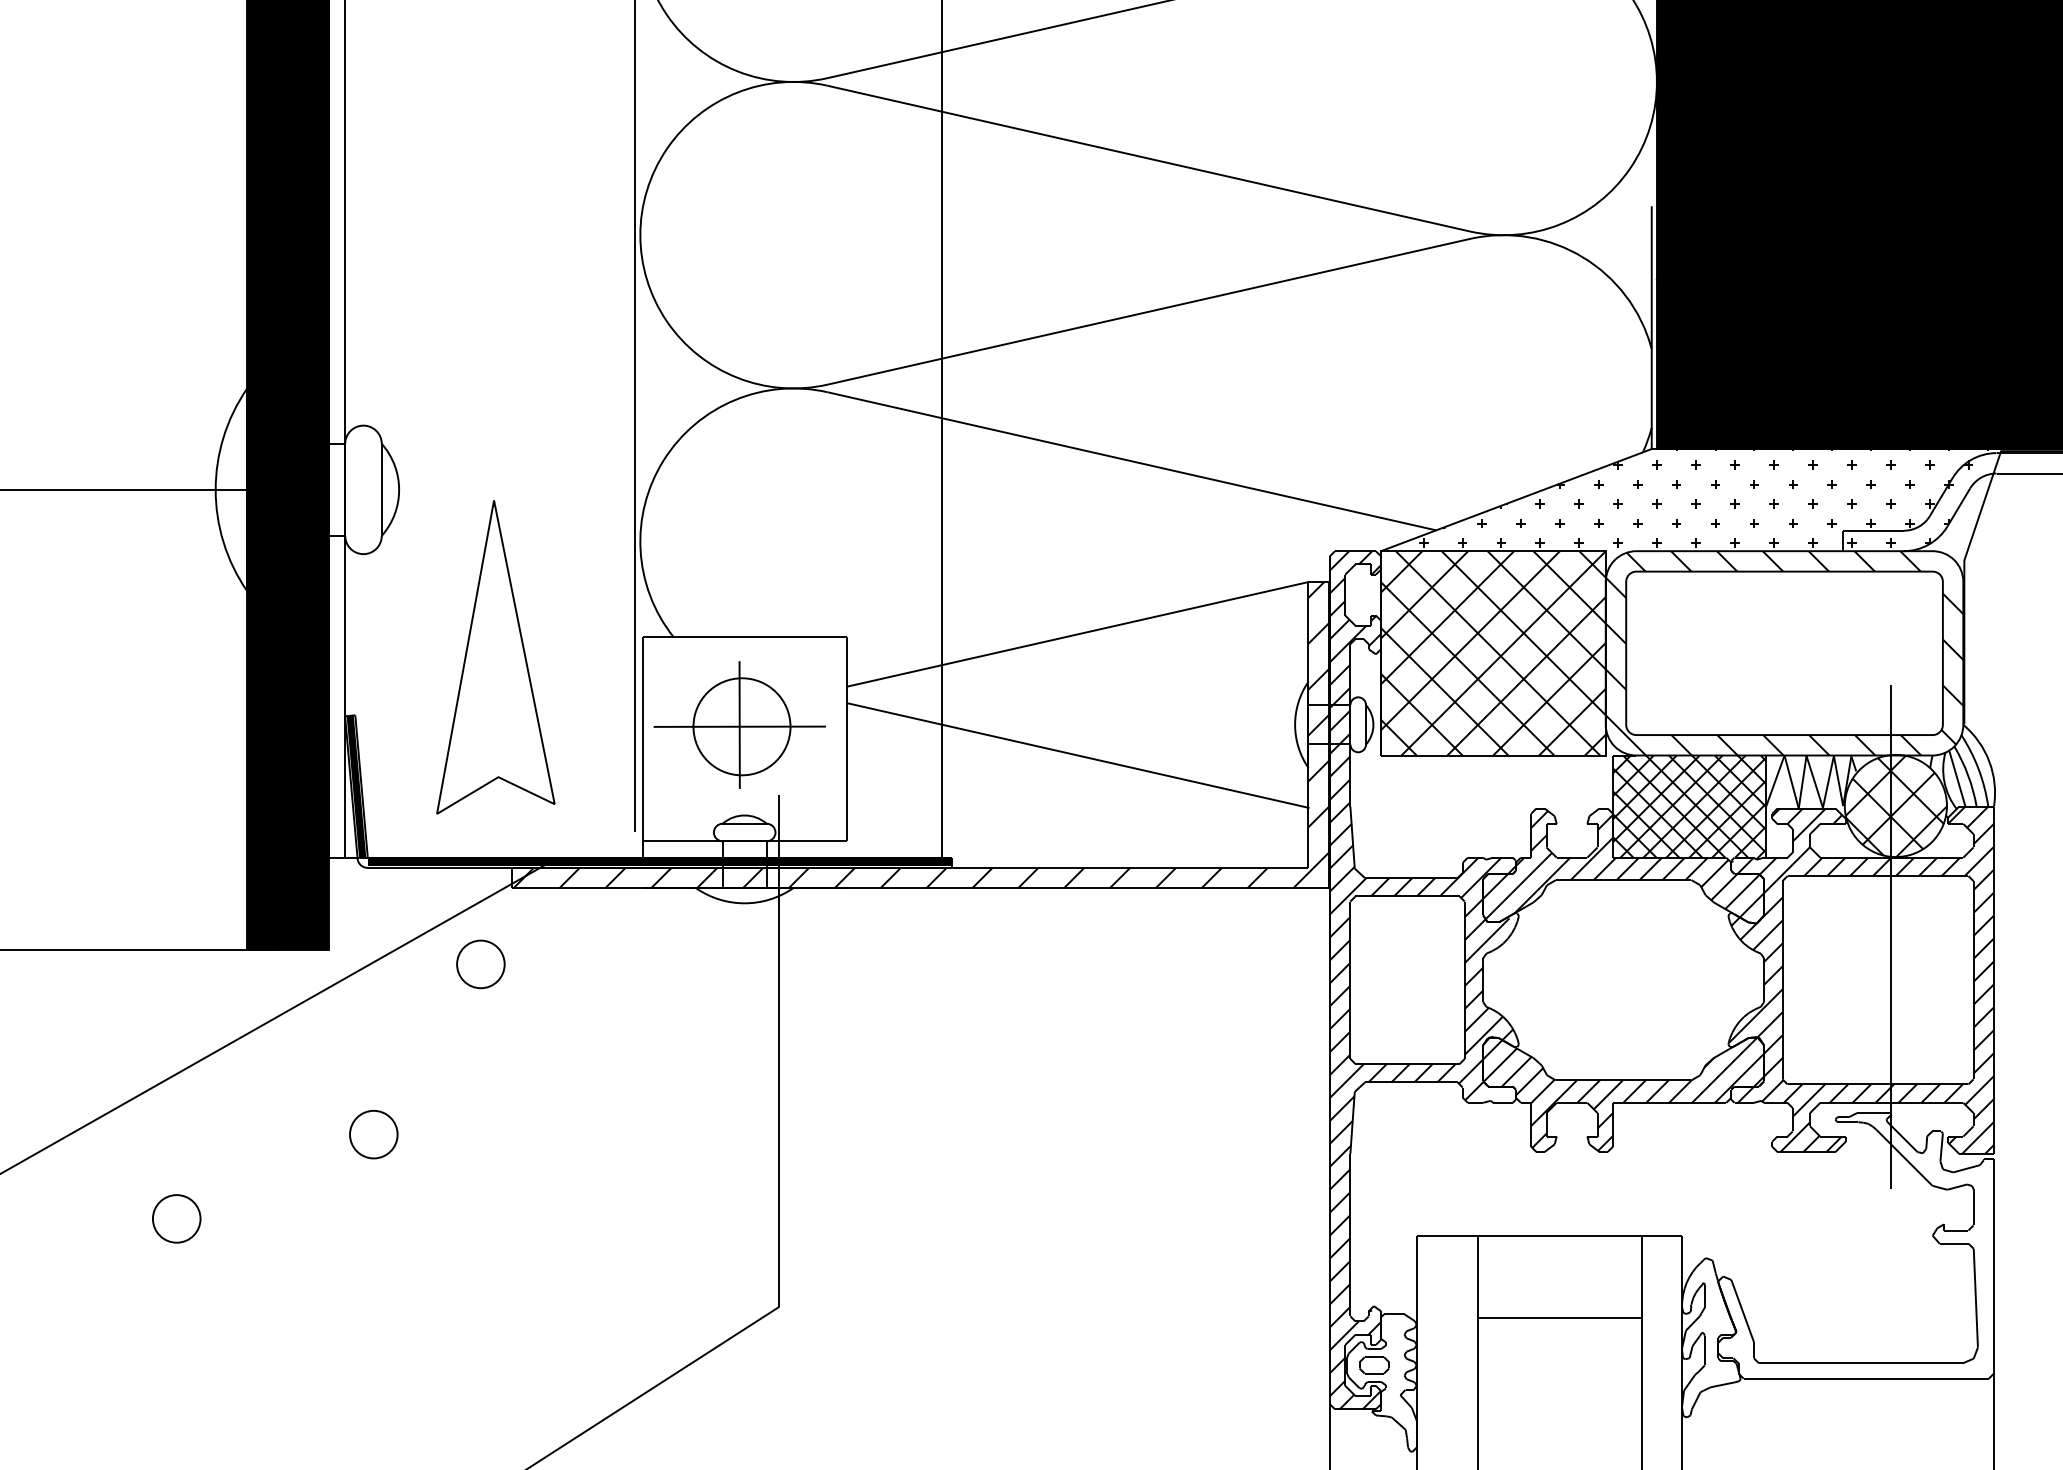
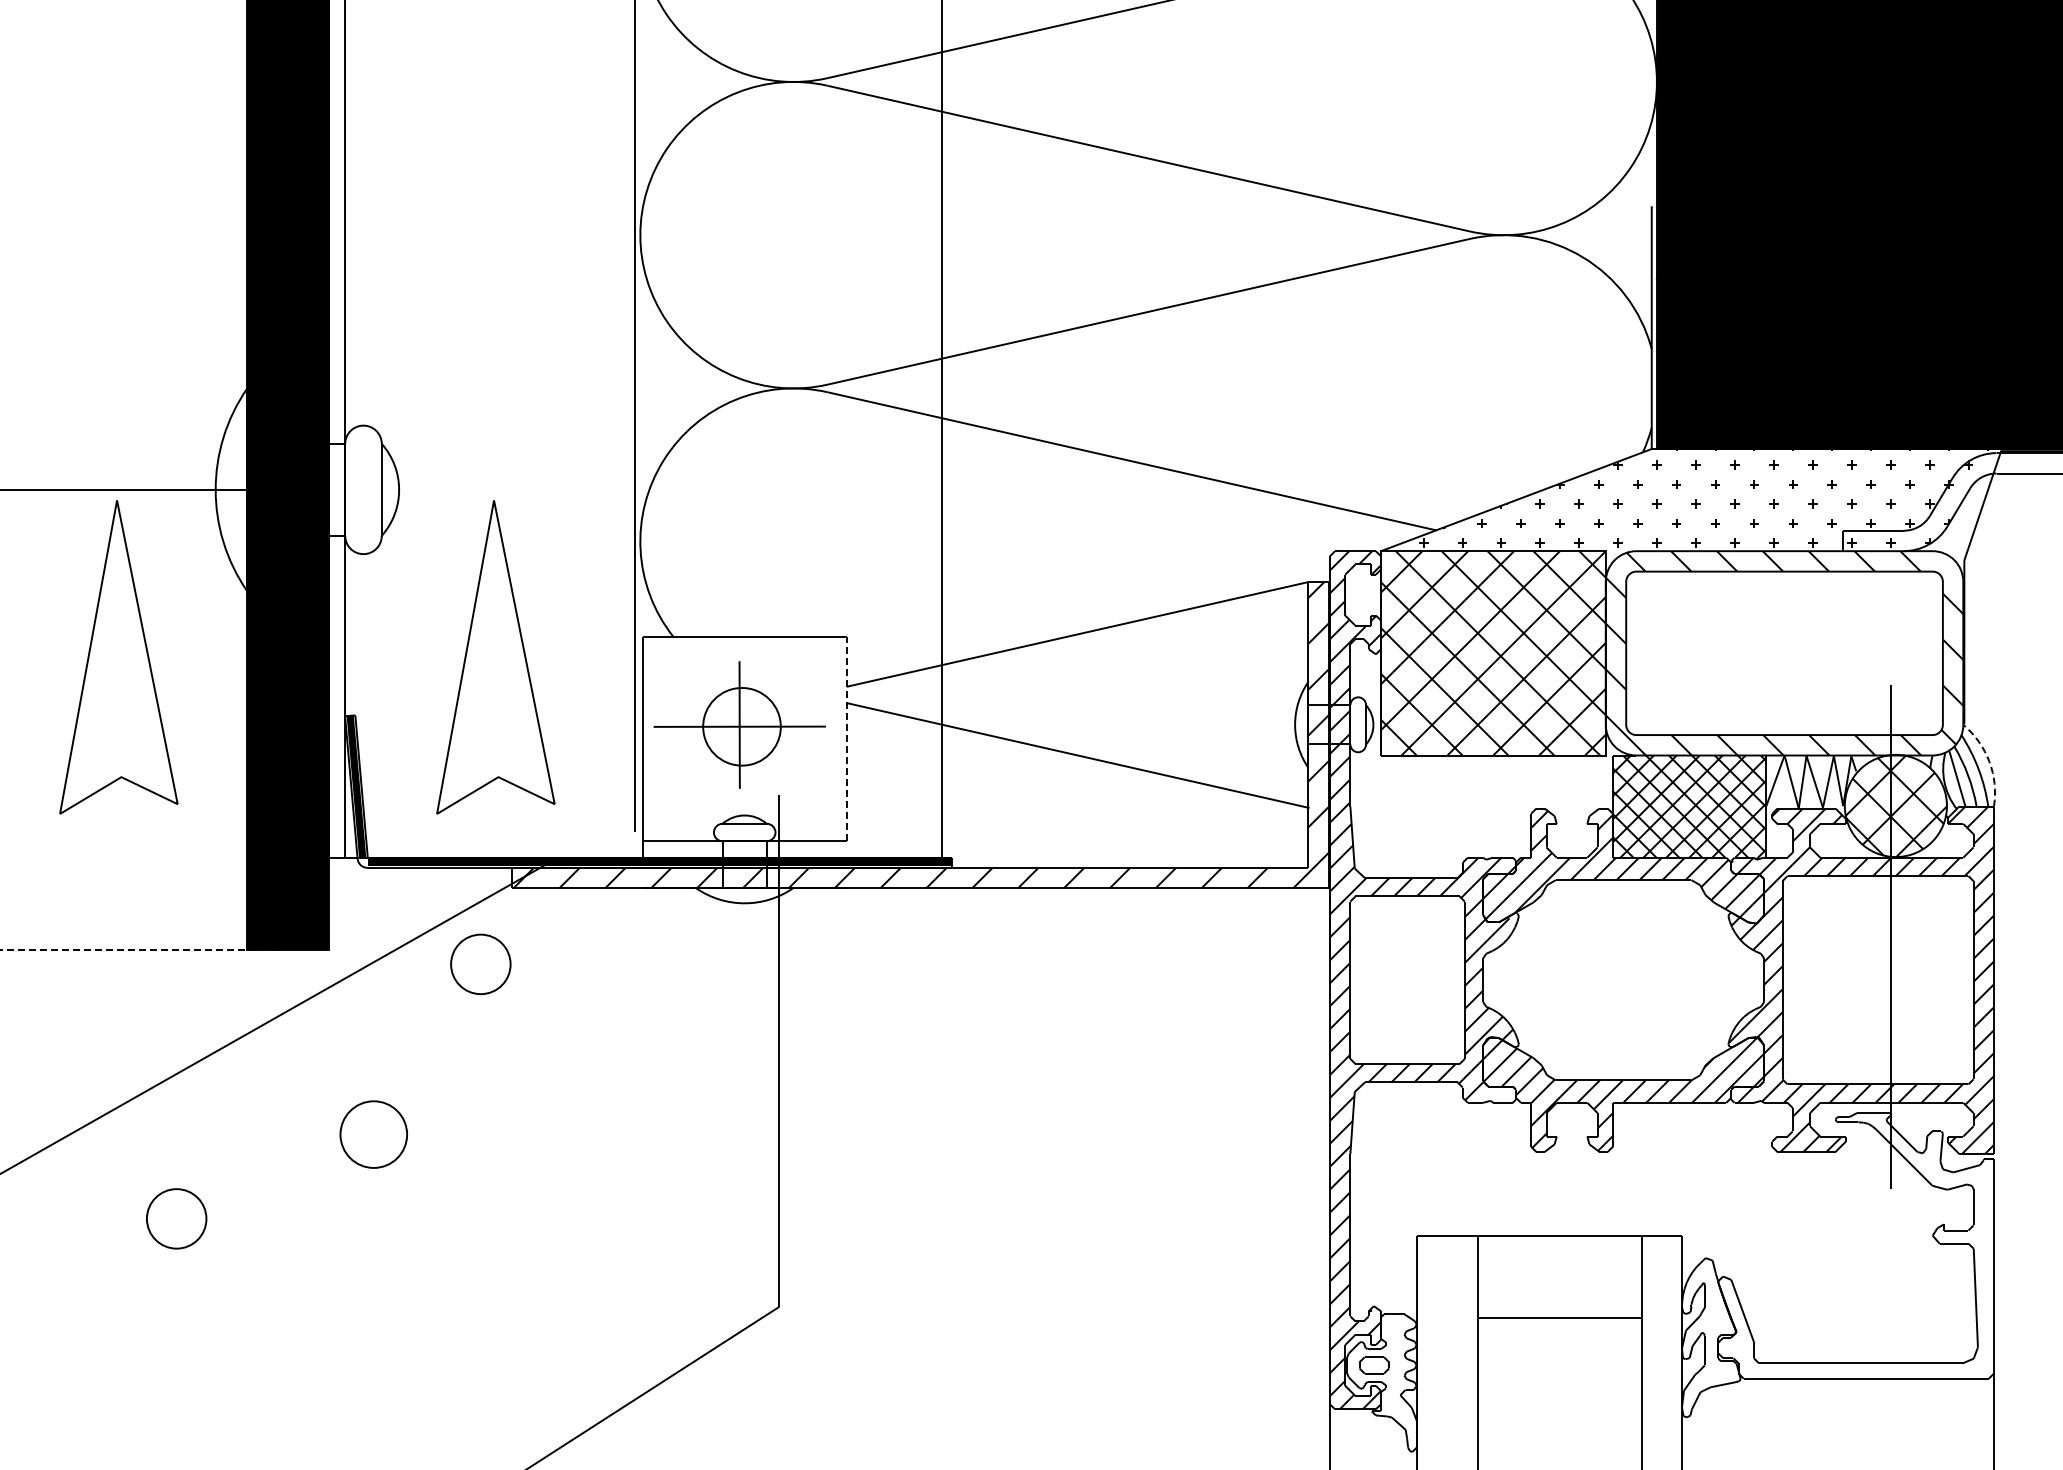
part at (118, 657): none -> present
circle at (741, 726) diameter: 97 px -> 78 px
line at (846, 738): solid -> dashed
line at (1989, 761): solid -> dashed
line at (138, 949): solid -> dashed
circle at (480, 964) size: 50x51 px -> 62x62 px
circle at (373, 1134) diameter: 48 px -> 67 px
circle at (176, 1218) size: 50x50 px -> 62x62 px
